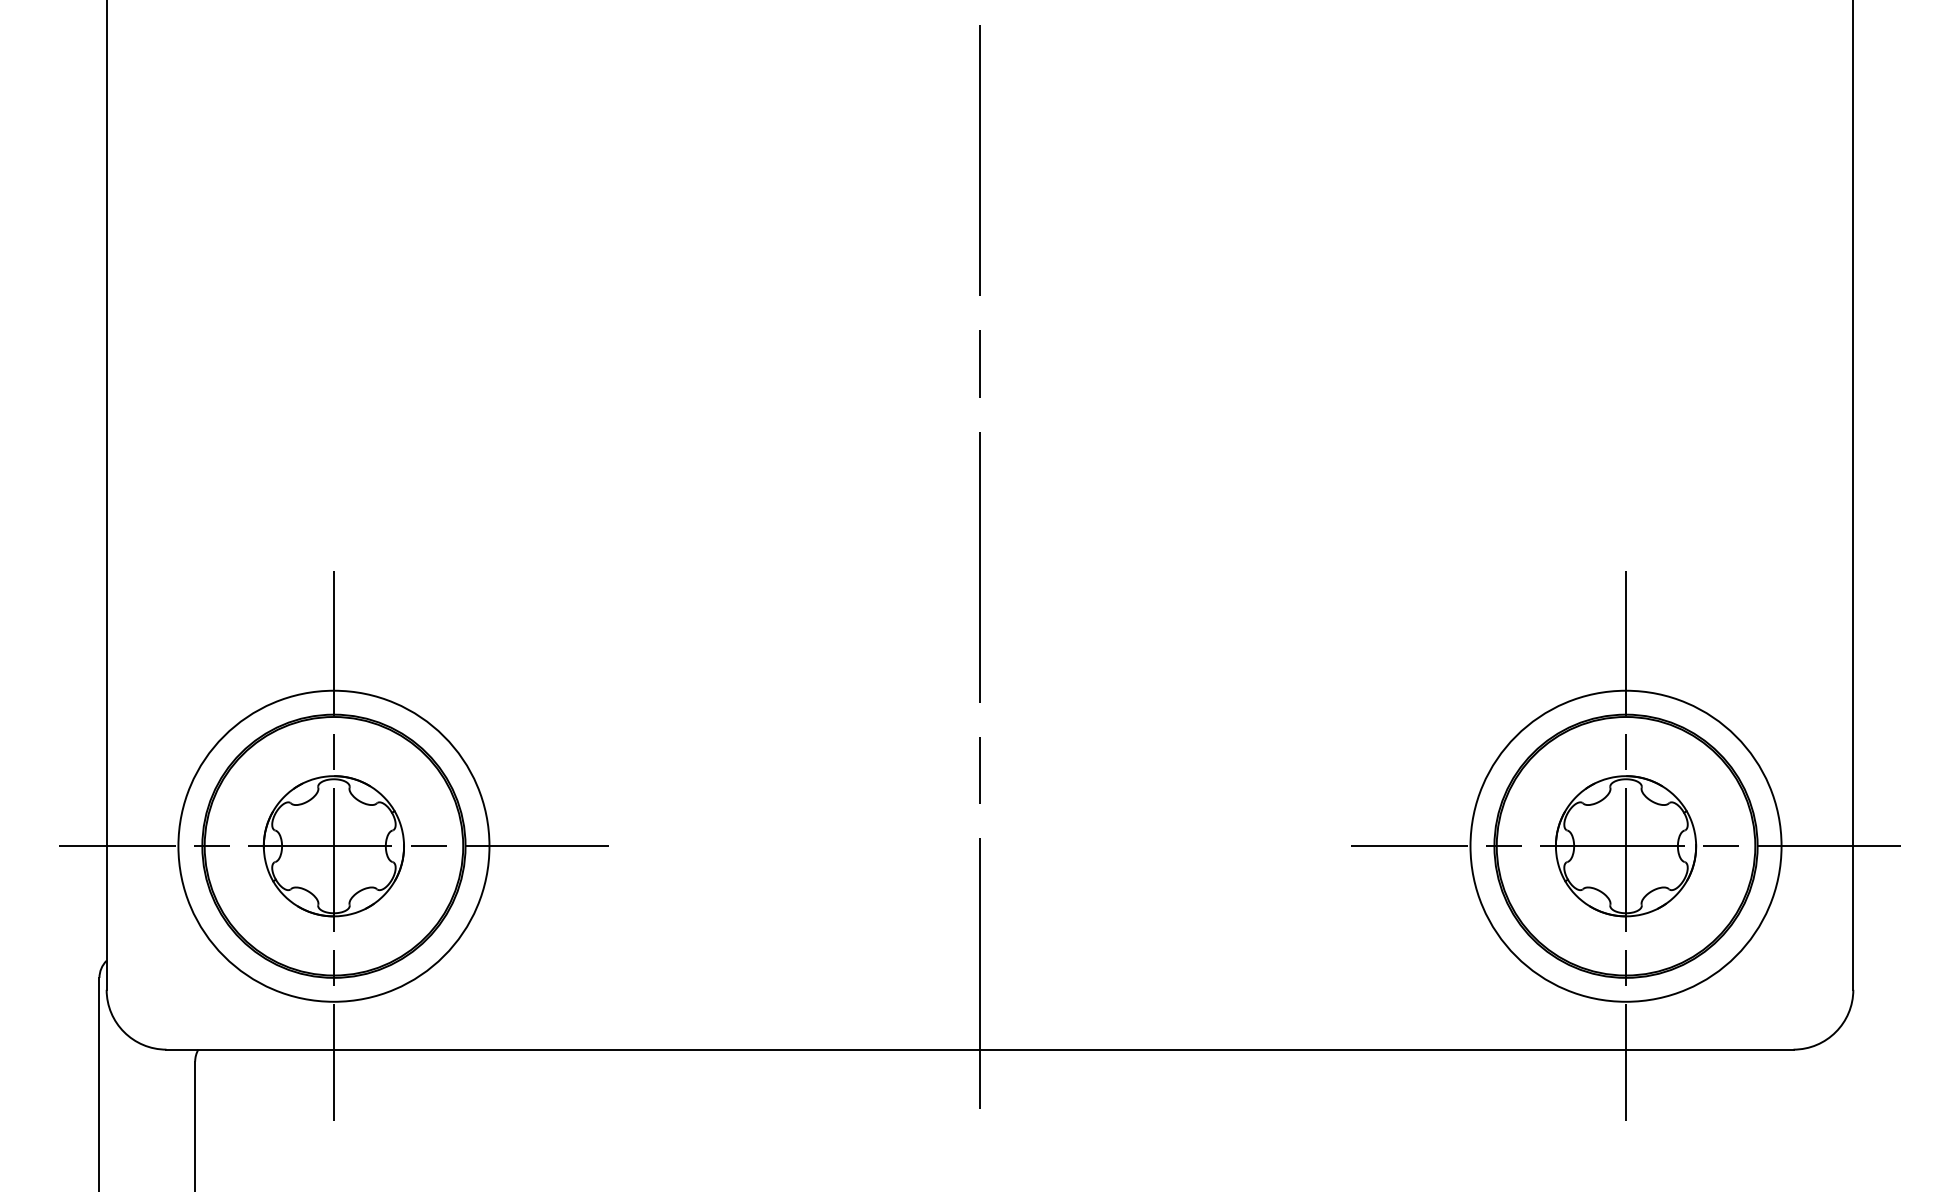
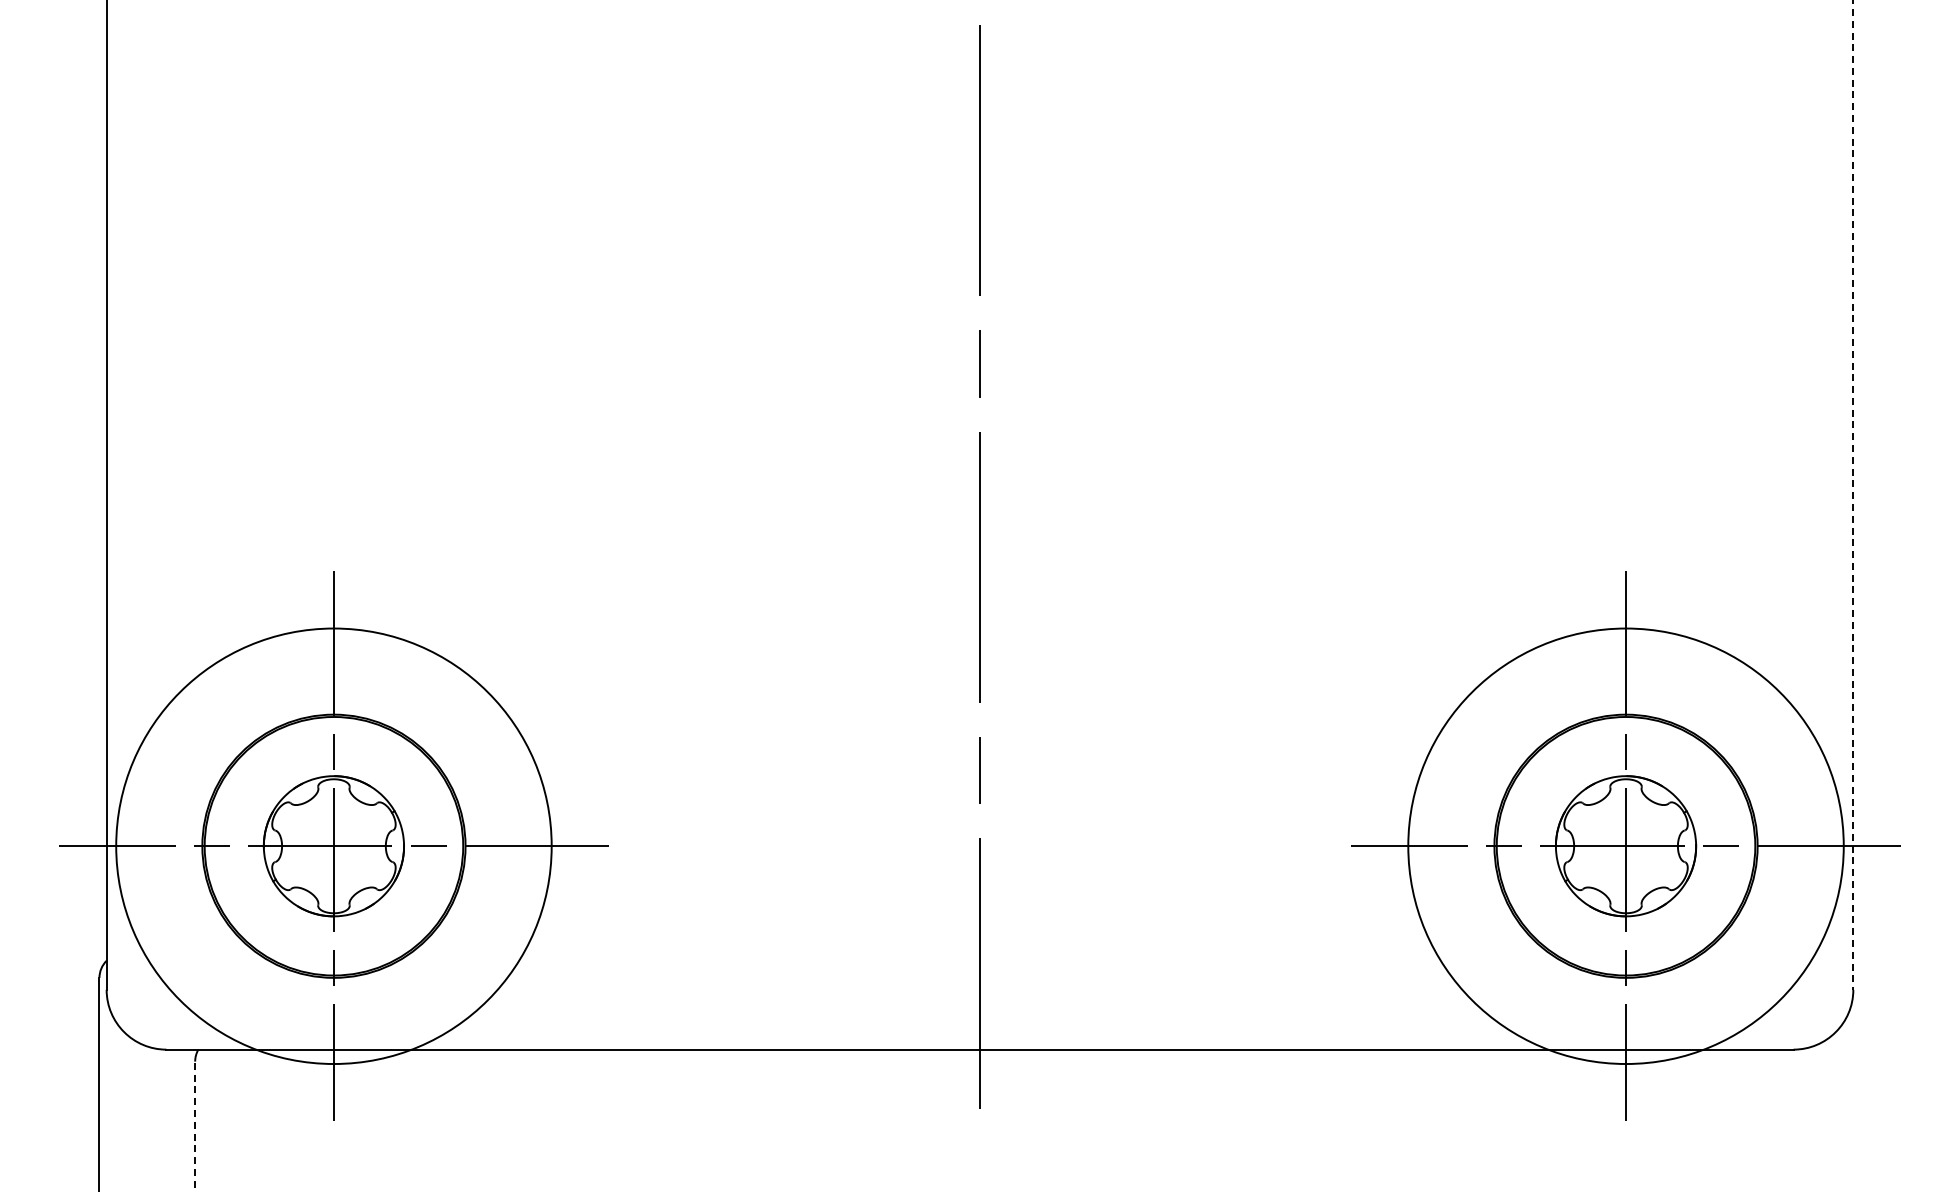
line at (1853, 494): solid -> dashed
circle at (333, 845) diameter: 311 px -> 435 px
circle at (1625, 845) diameter: 311 px -> 435 px
line at (195, 1126): solid -> dashed
